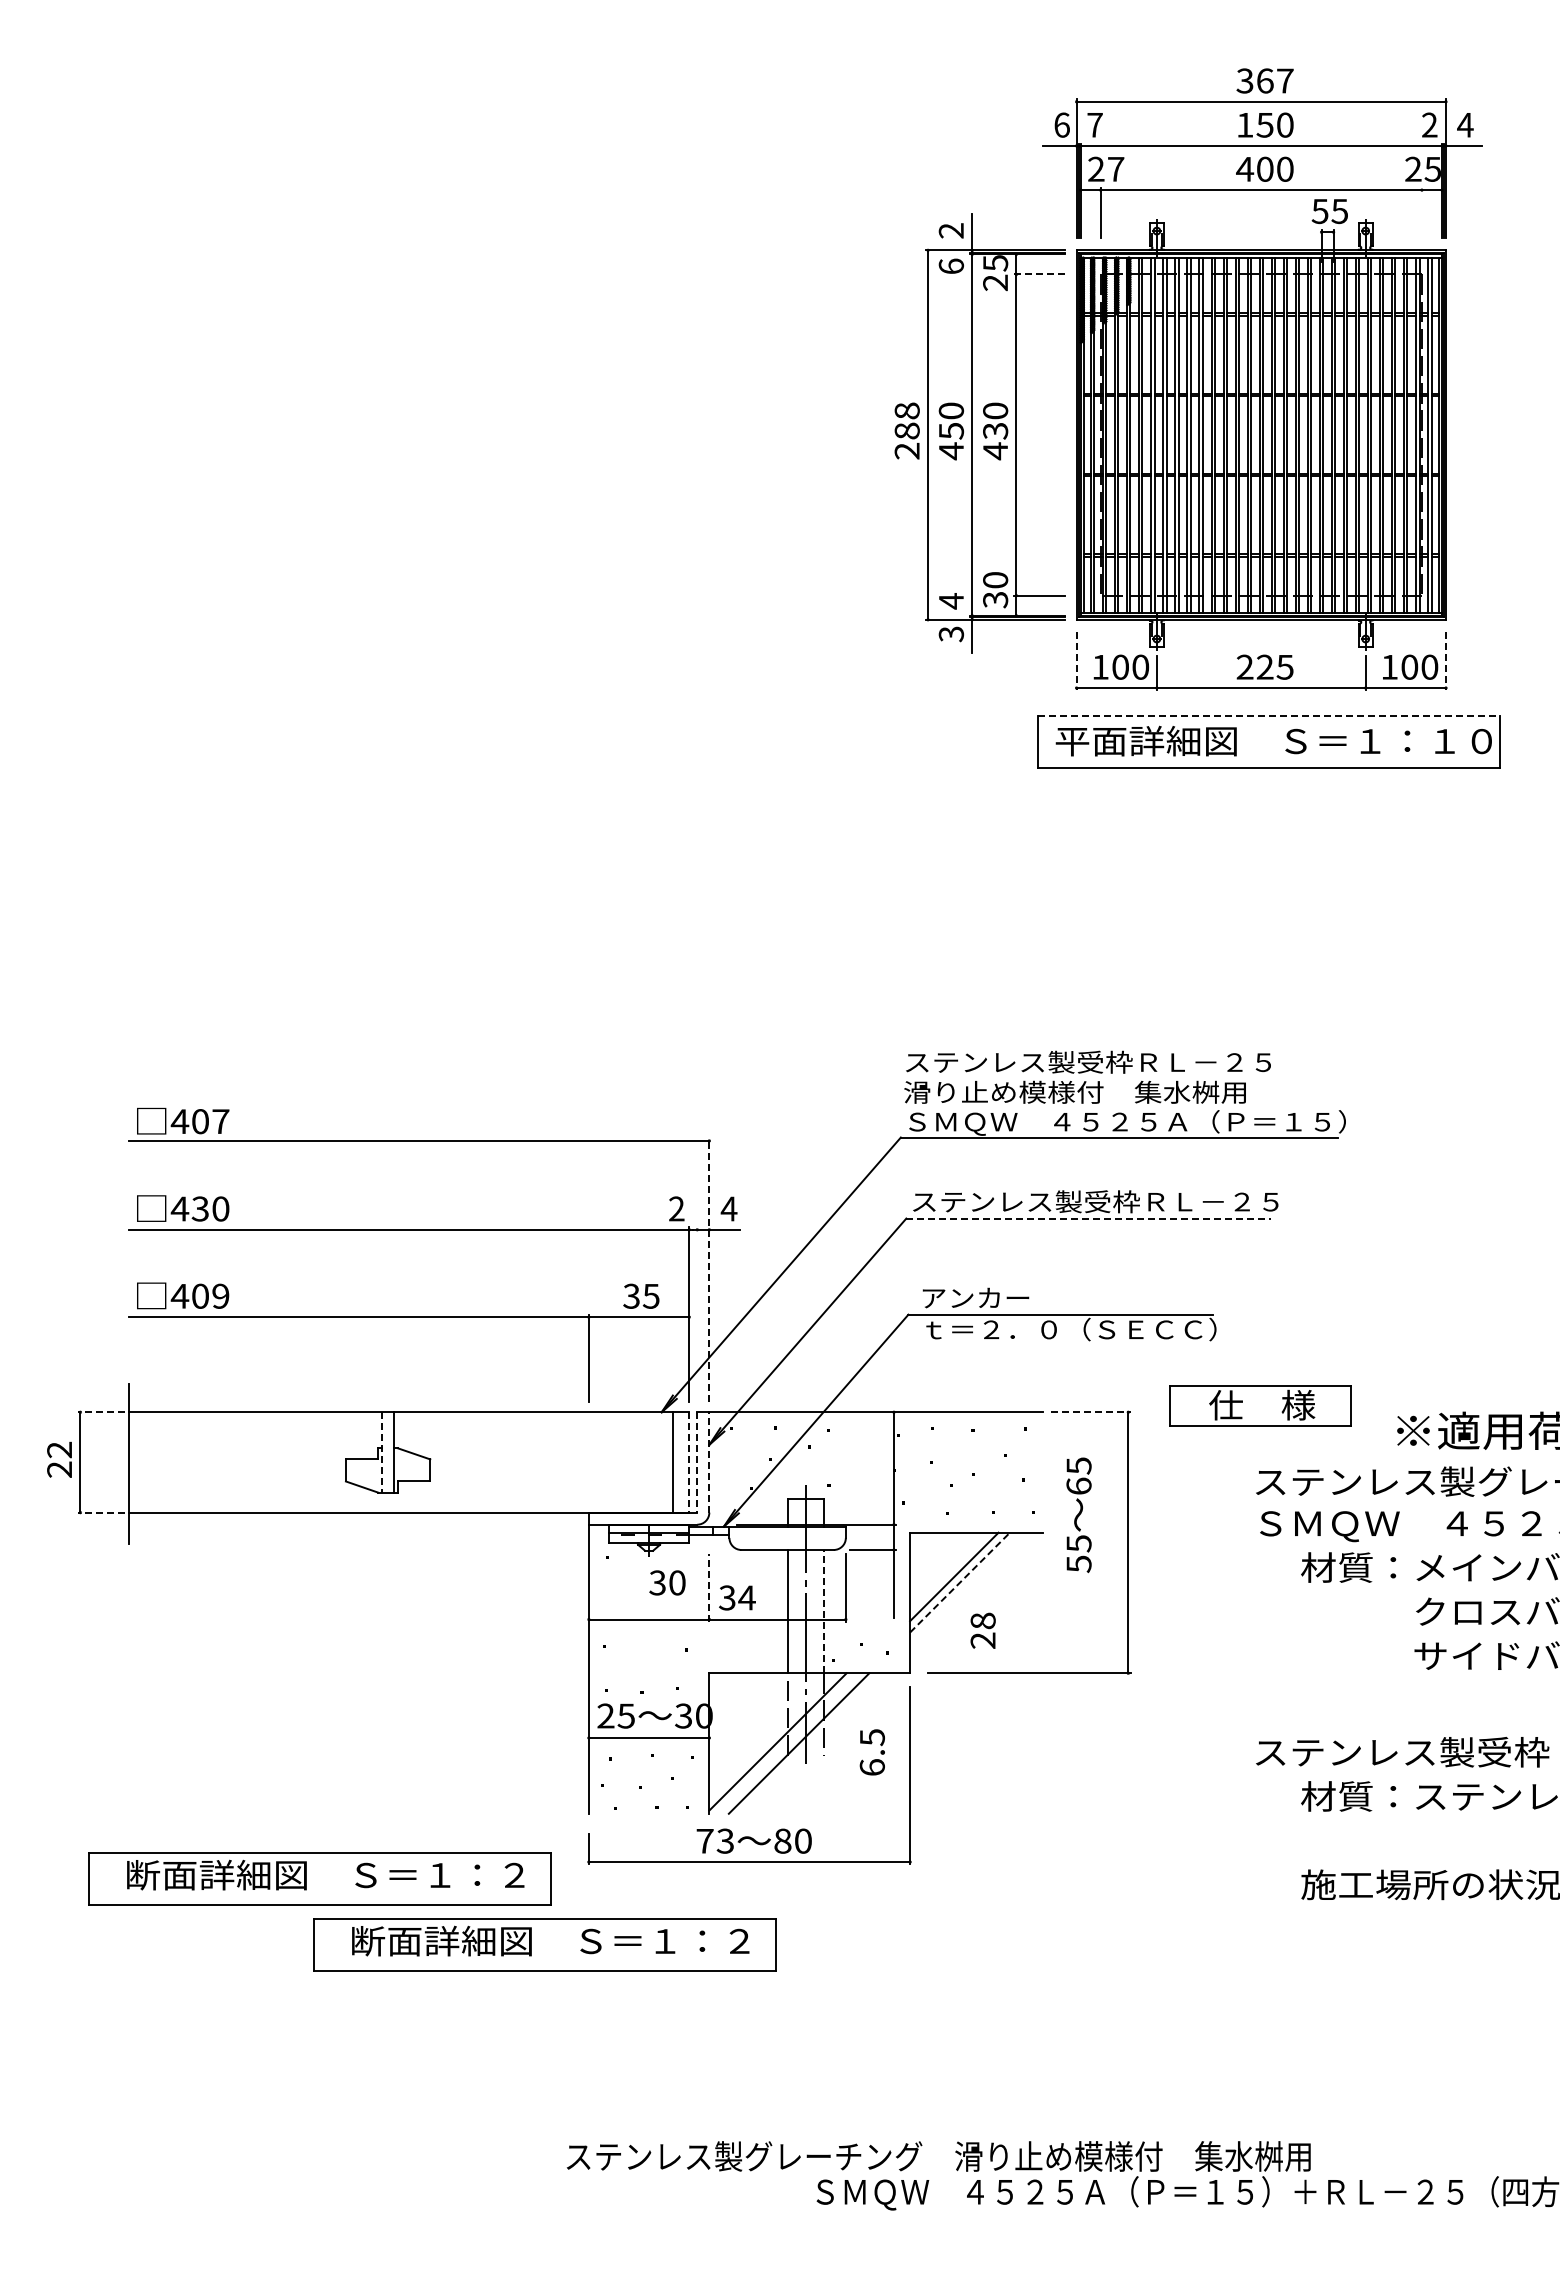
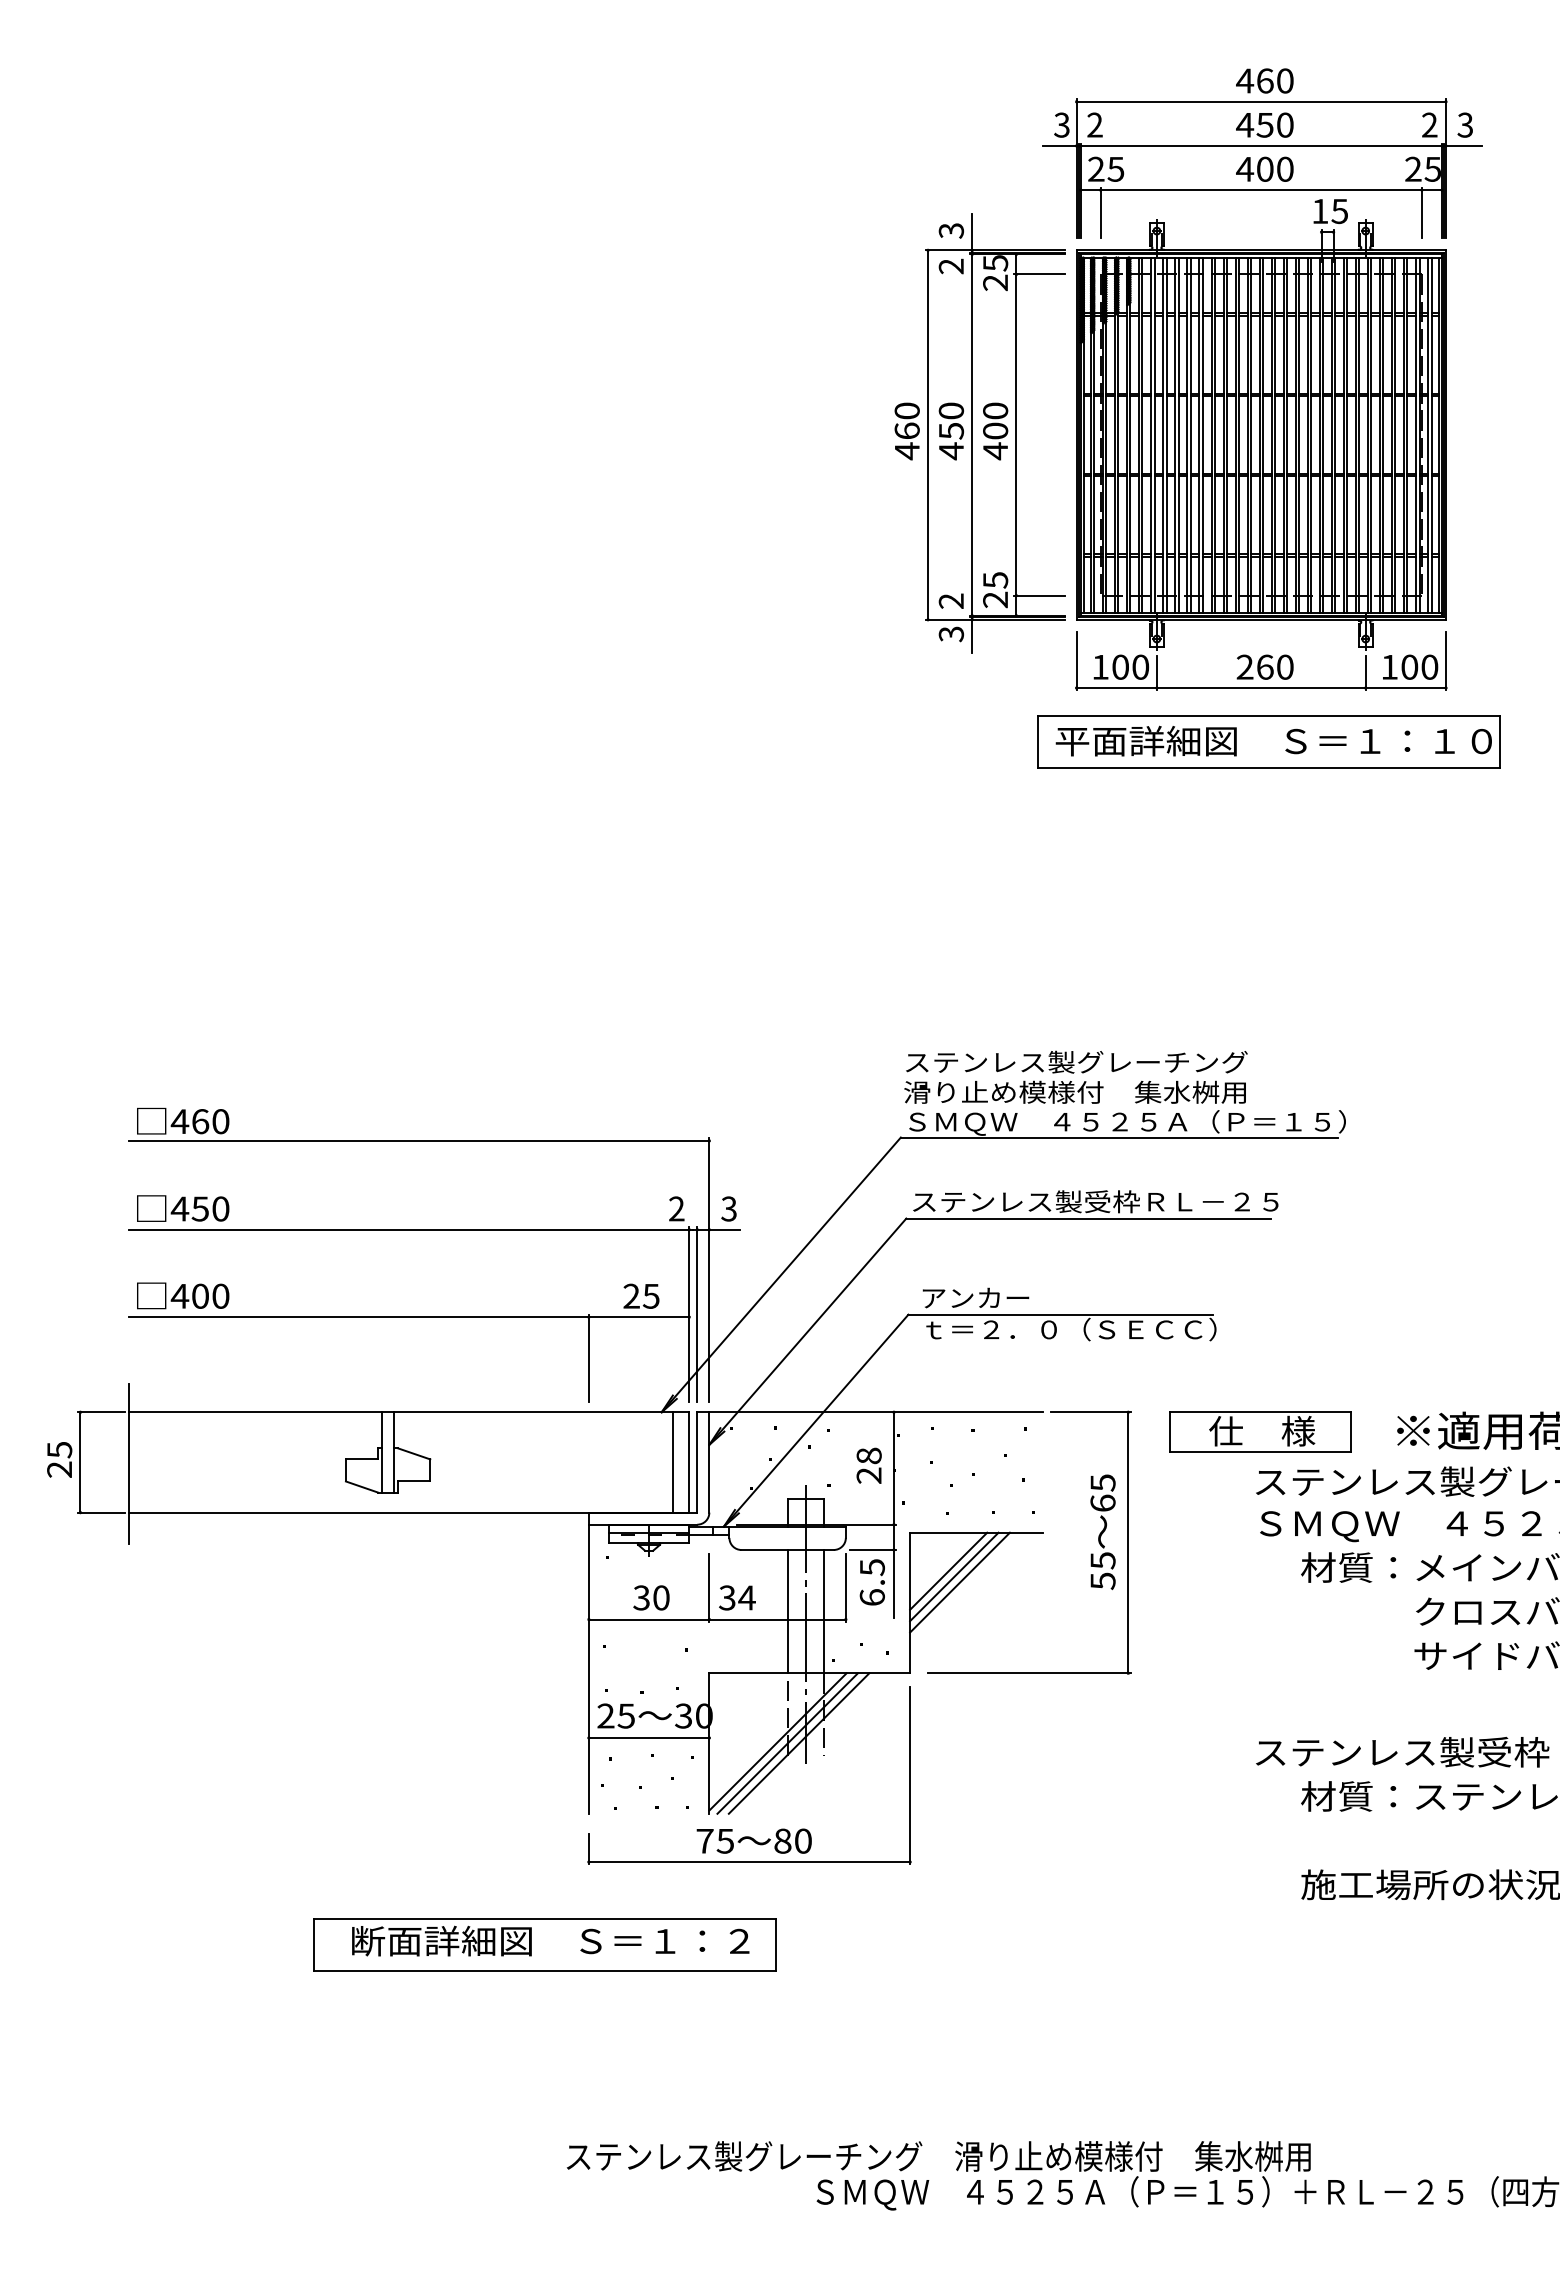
text at (1264, 80): 367 -> 460
text at (1061, 124): 6 -> 3
text at (1094, 124): 7 -> 2
text at (1465, 124): 4 -> 3
text at (1245, 125): 150 -> 450
text at (1115, 169): 27 -> 25
text at (1319, 211): 55 -> 15
line at (1421, 212): none -> present
text at (951, 230): 2 -> 3
text at (951, 266): 6 -> 2
line at (1038, 274): dashed -> solid
text at (995, 430): 430 -> 400
text at (906, 431): 288 -> 460
text at (995, 590): 30 -> 25
text at (950, 601): 4 -> 2
line at (1076, 661): dashed -> solid
line at (1446, 661): dashed -> solid
text at (1274, 666): 225 -> 260
line at (1268, 716): dashed -> solid
text at (1173, 1061): ステンレス製受枠ＲＬ－２５ -> ステンレス製グレーチング
text at (210, 1121): 407 -> 460
text at (200, 1208): 430 -> 450
text at (728, 1208): 4 -> 3
line at (1088, 1218): dashed -> solid
line at (709, 1270): dashed -> solid
text at (220, 1295): 409 -> 400
text at (631, 1296): 35 -> 25
line at (697, 1314): none -> present
part at (1260, 1405) position: (1260, 1405) -> (1260, 1431)
line at (100, 1412): dashed -> solid
line at (1091, 1412): dashed -> solid
text at (59, 1449): 22 -> 25
line at (382, 1452): dashed -> solid
line at (709, 1461): dashed -> solid
line at (689, 1462): dashed -> solid
line at (697, 1462): dashed -> solid
line at (100, 1512): dashed -> solid
text at (1078, 1515) position: (1078, 1515) -> (1102, 1532)
line at (948, 1570): none -> present
text at (667, 1582) position: (667, 1582) -> (651, 1597)
line at (960, 1582): dashed -> solid
line at (709, 1587): dashed -> solid
line at (823, 1611): dashed -> solid
text at (982, 1630) position: (982, 1630) -> (868, 1465)
line at (787, 1743): none -> present
text at (871, 1752) position: (871, 1752) -> (871, 1582)
text at (725, 1840): 73 -> 75
part at (319, 1878): present -> none
